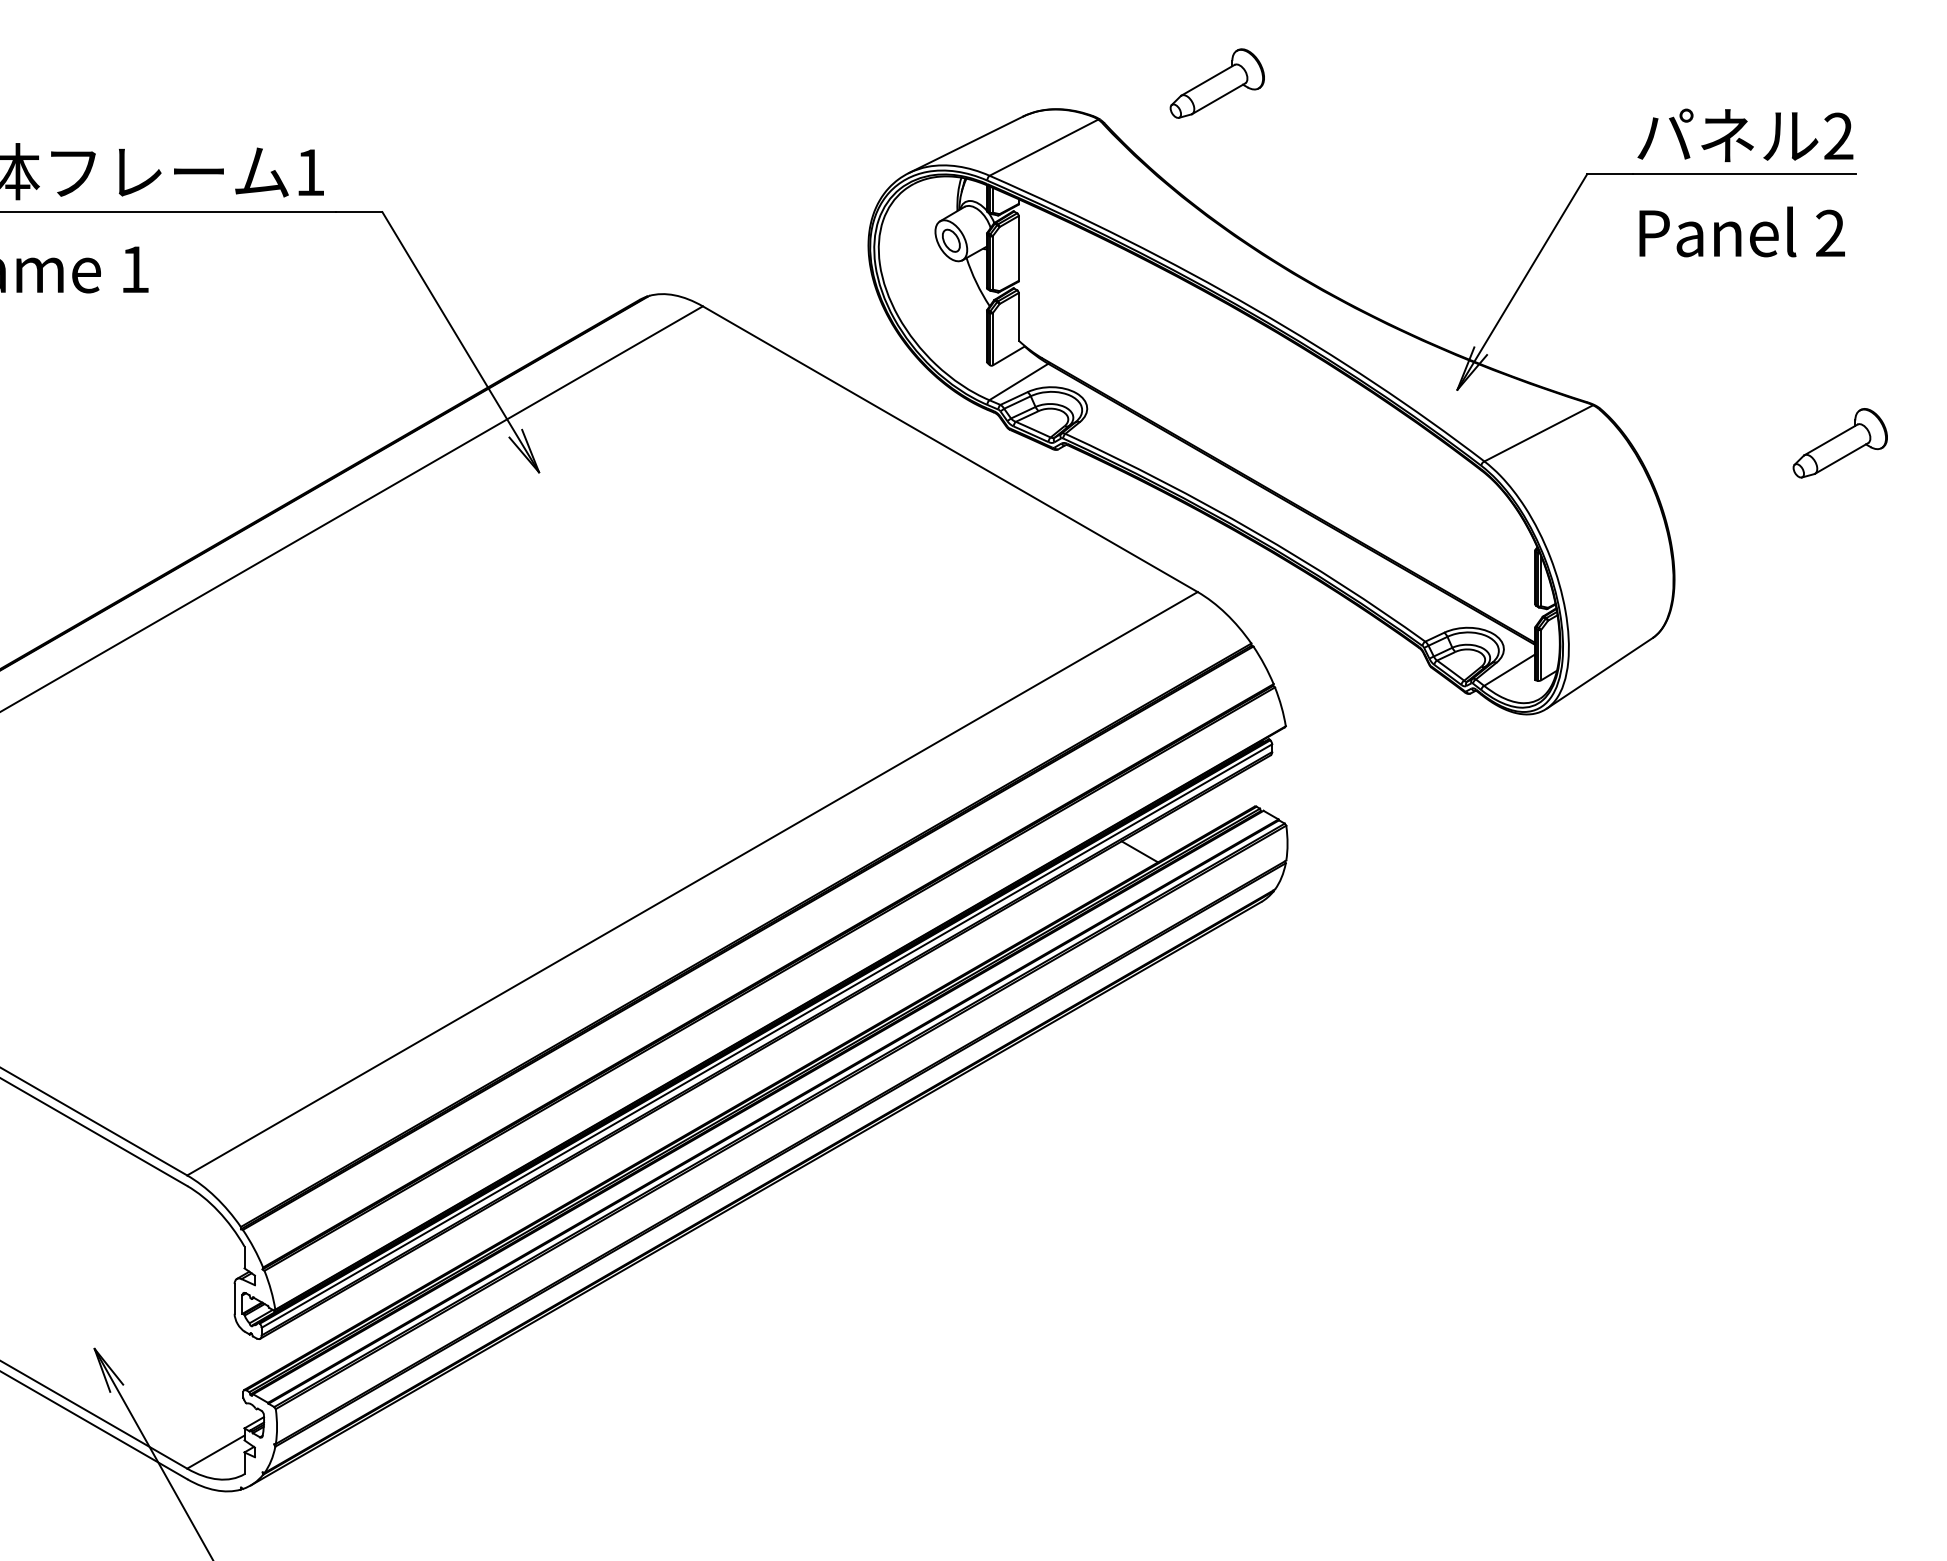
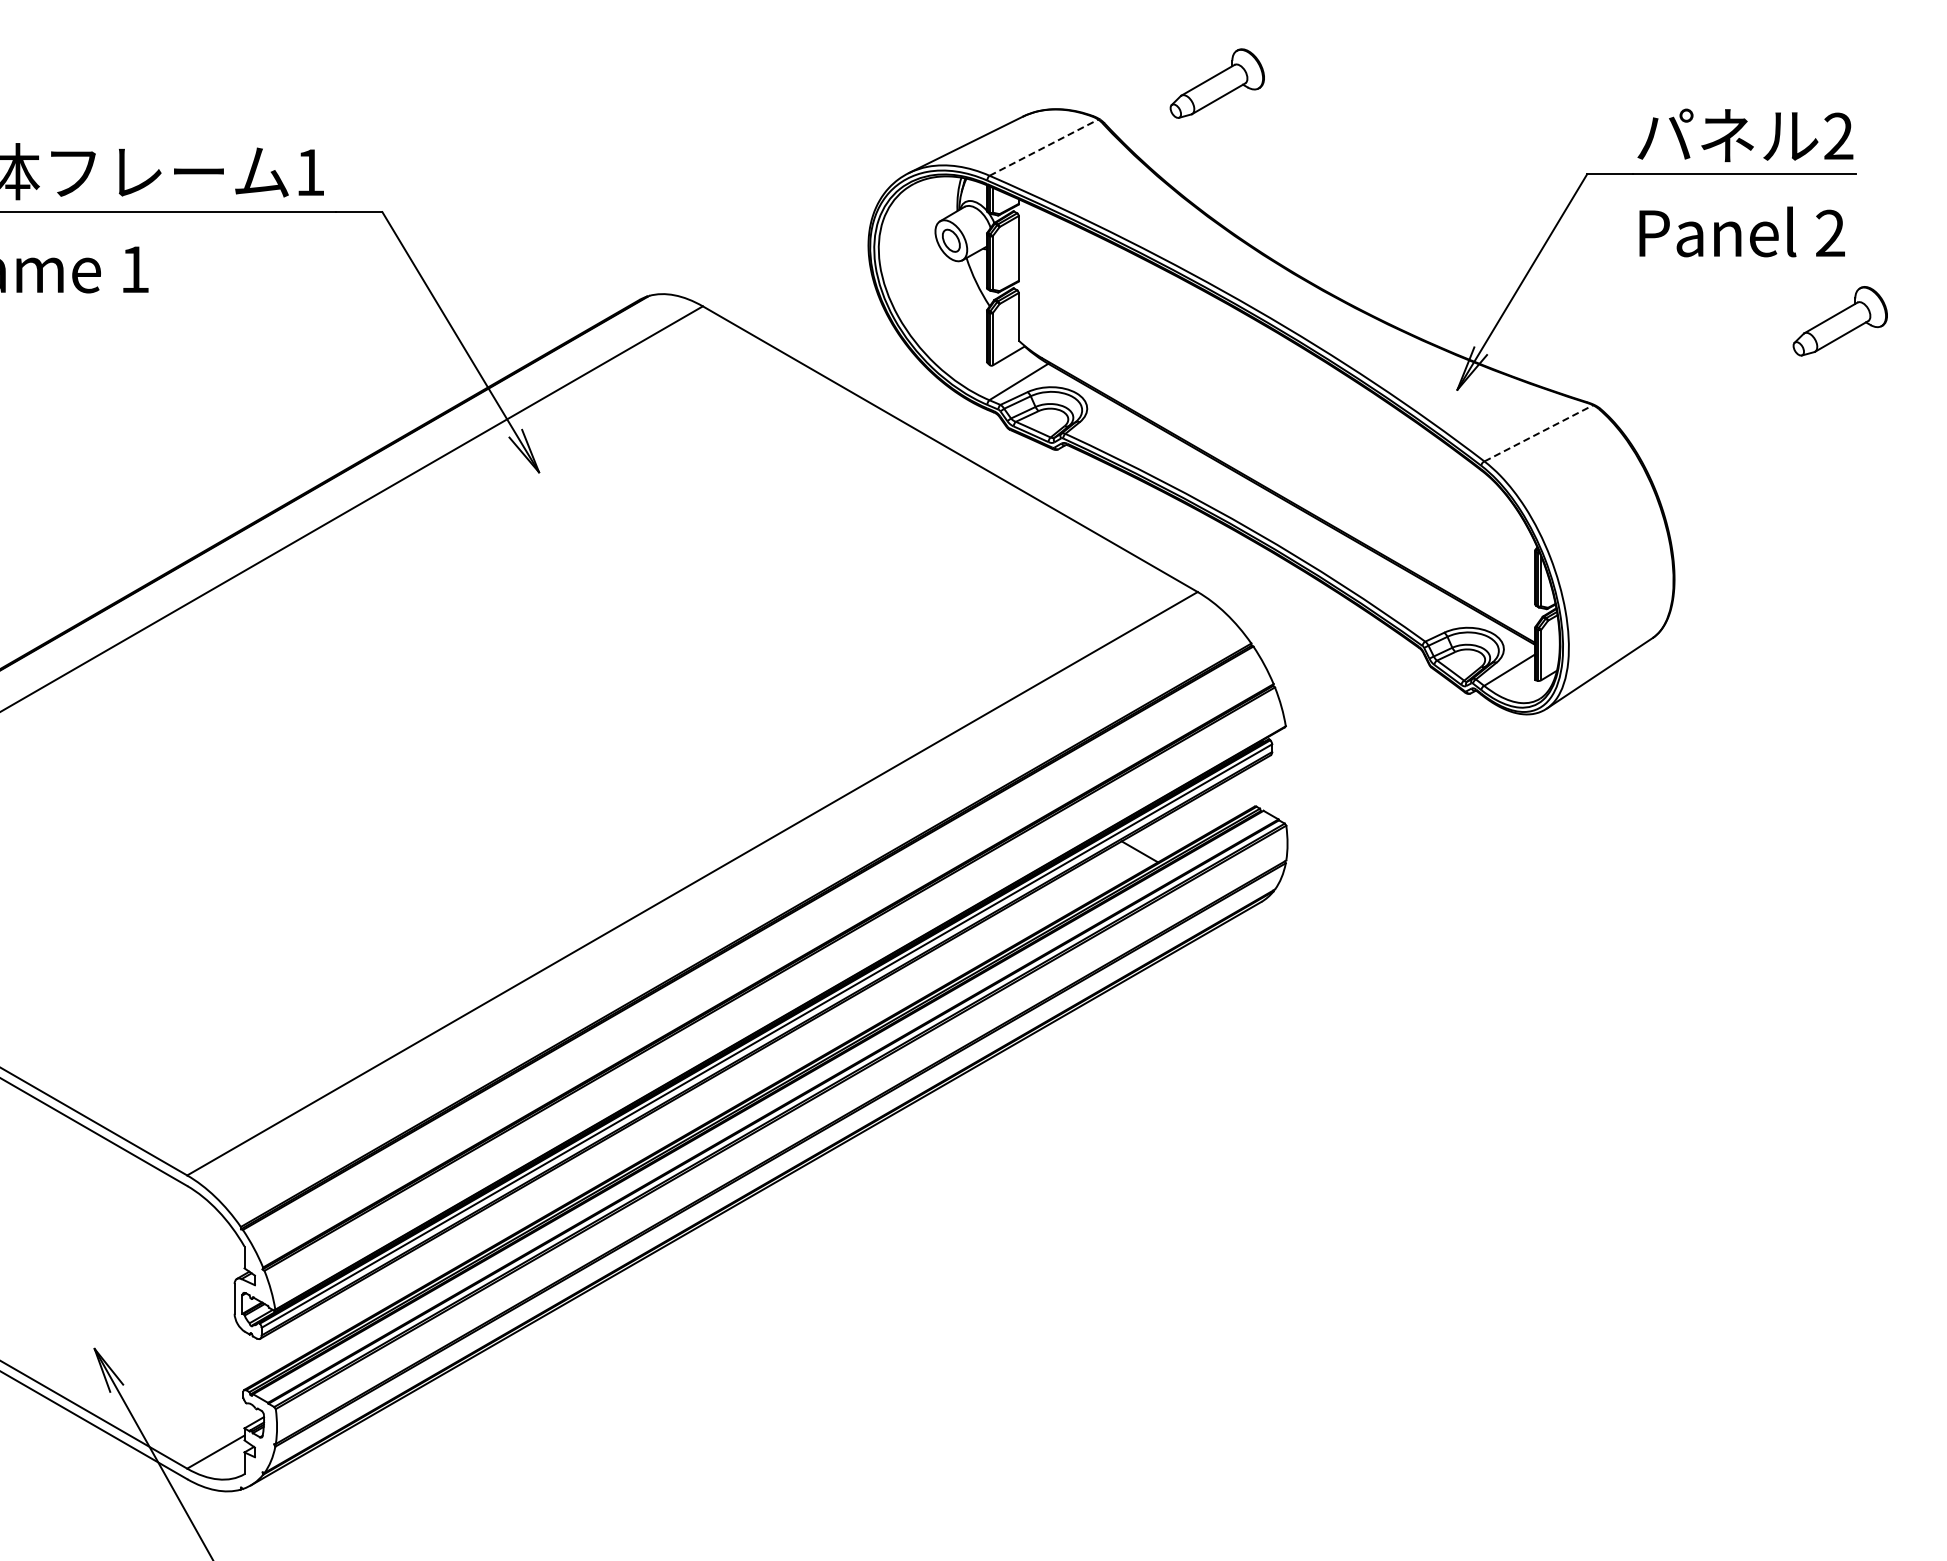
line at (1044, 147): solid -> dashed
line at (1539, 433): solid -> dashed
part at (1839, 443) position: (1839, 443) -> (1839, 321)
